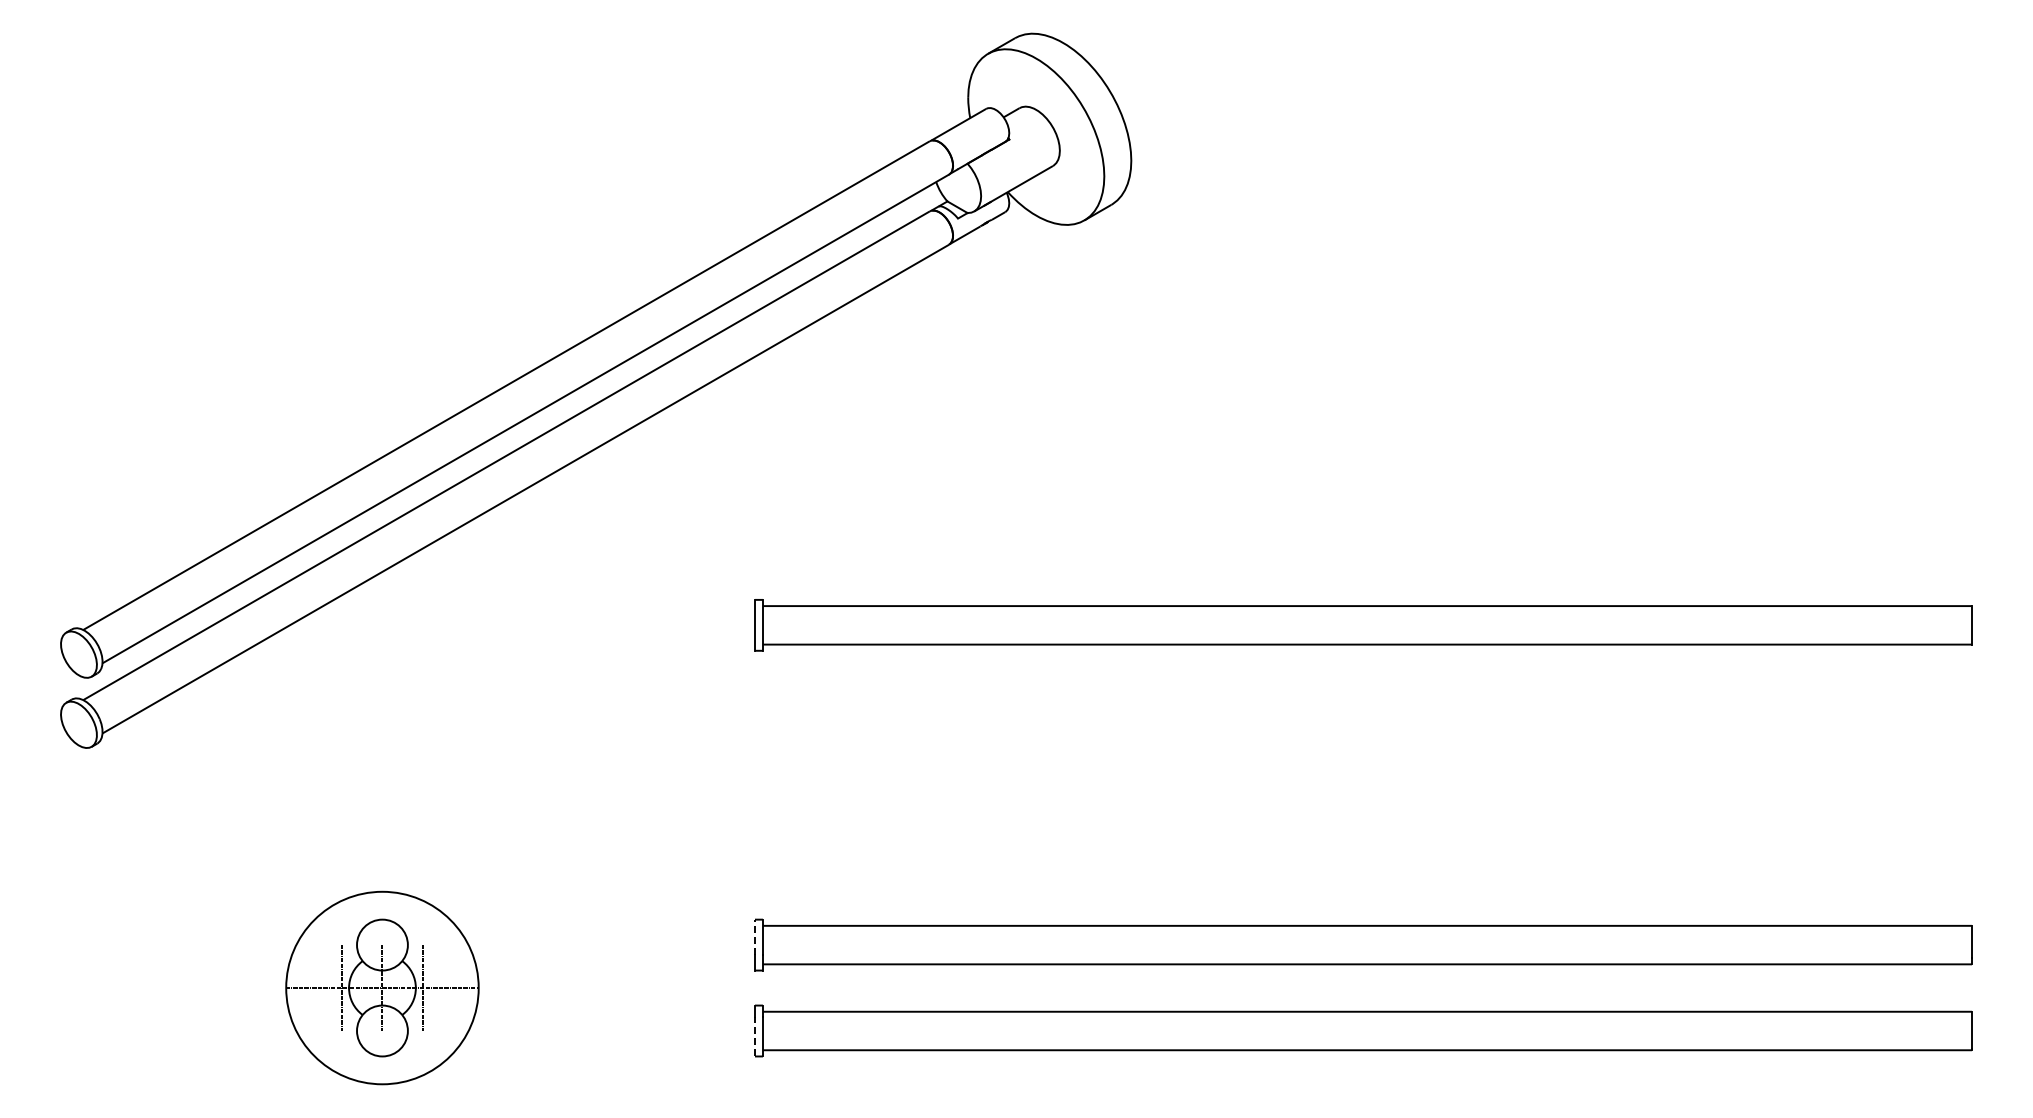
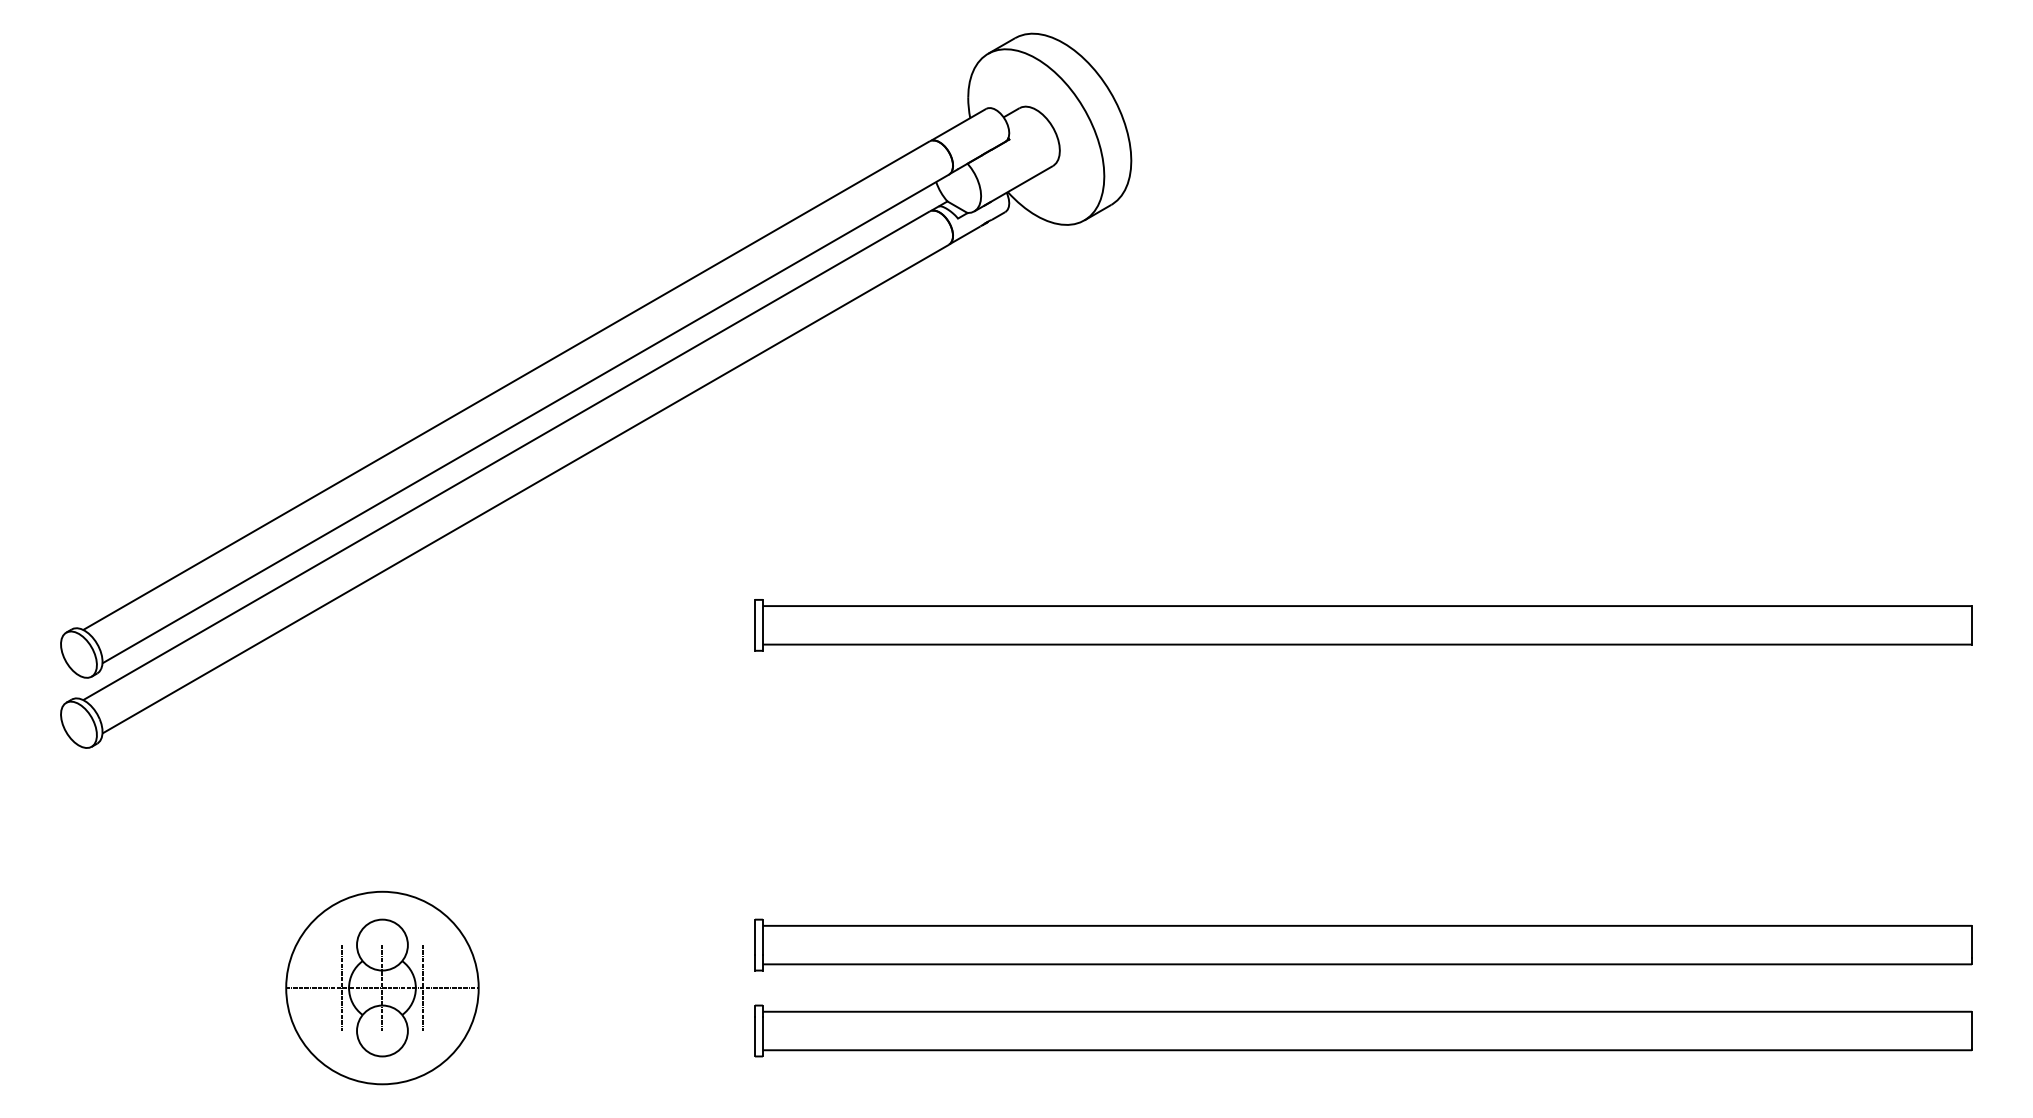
line at (754, 937): dashed -> solid
line at (754, 1036): dashed -> solid
